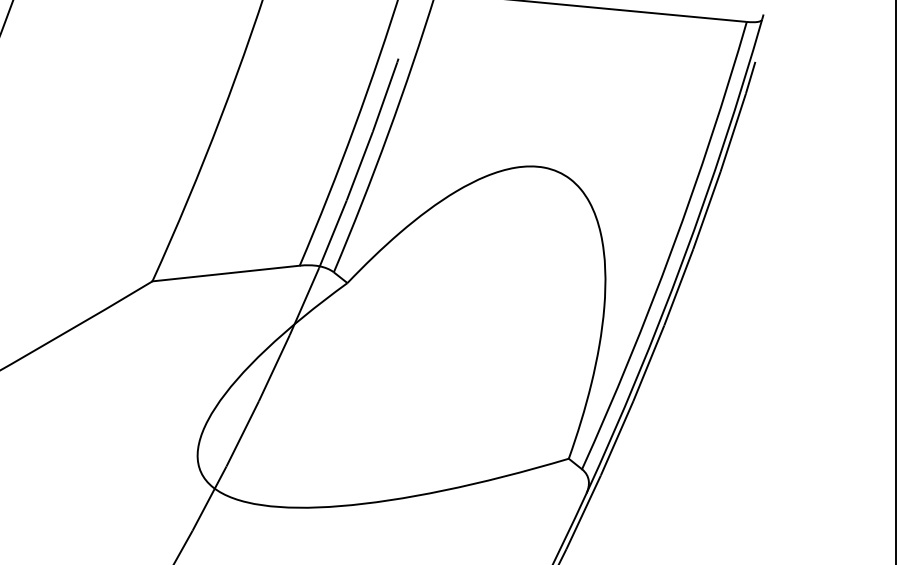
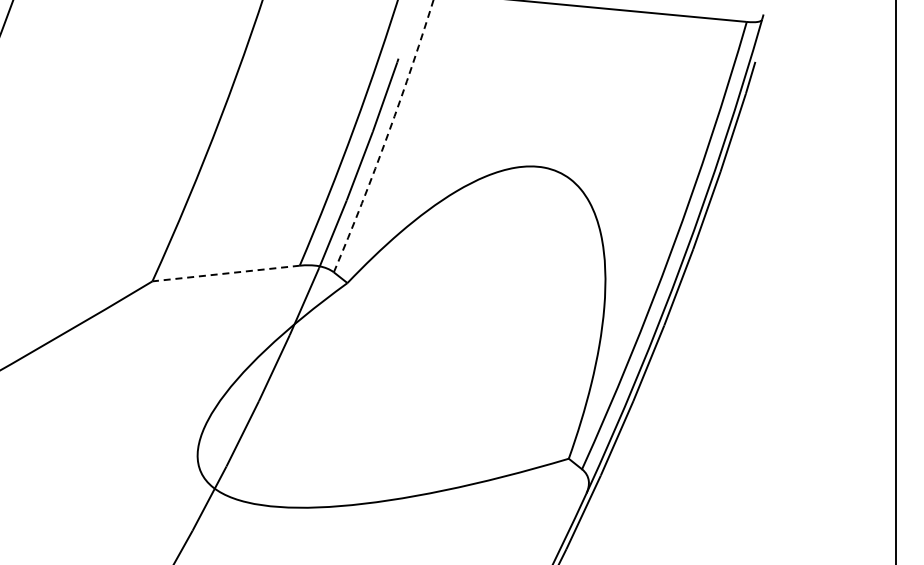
arc at (387, 136): solid -> dashed
line at (225, 273): solid -> dashed
